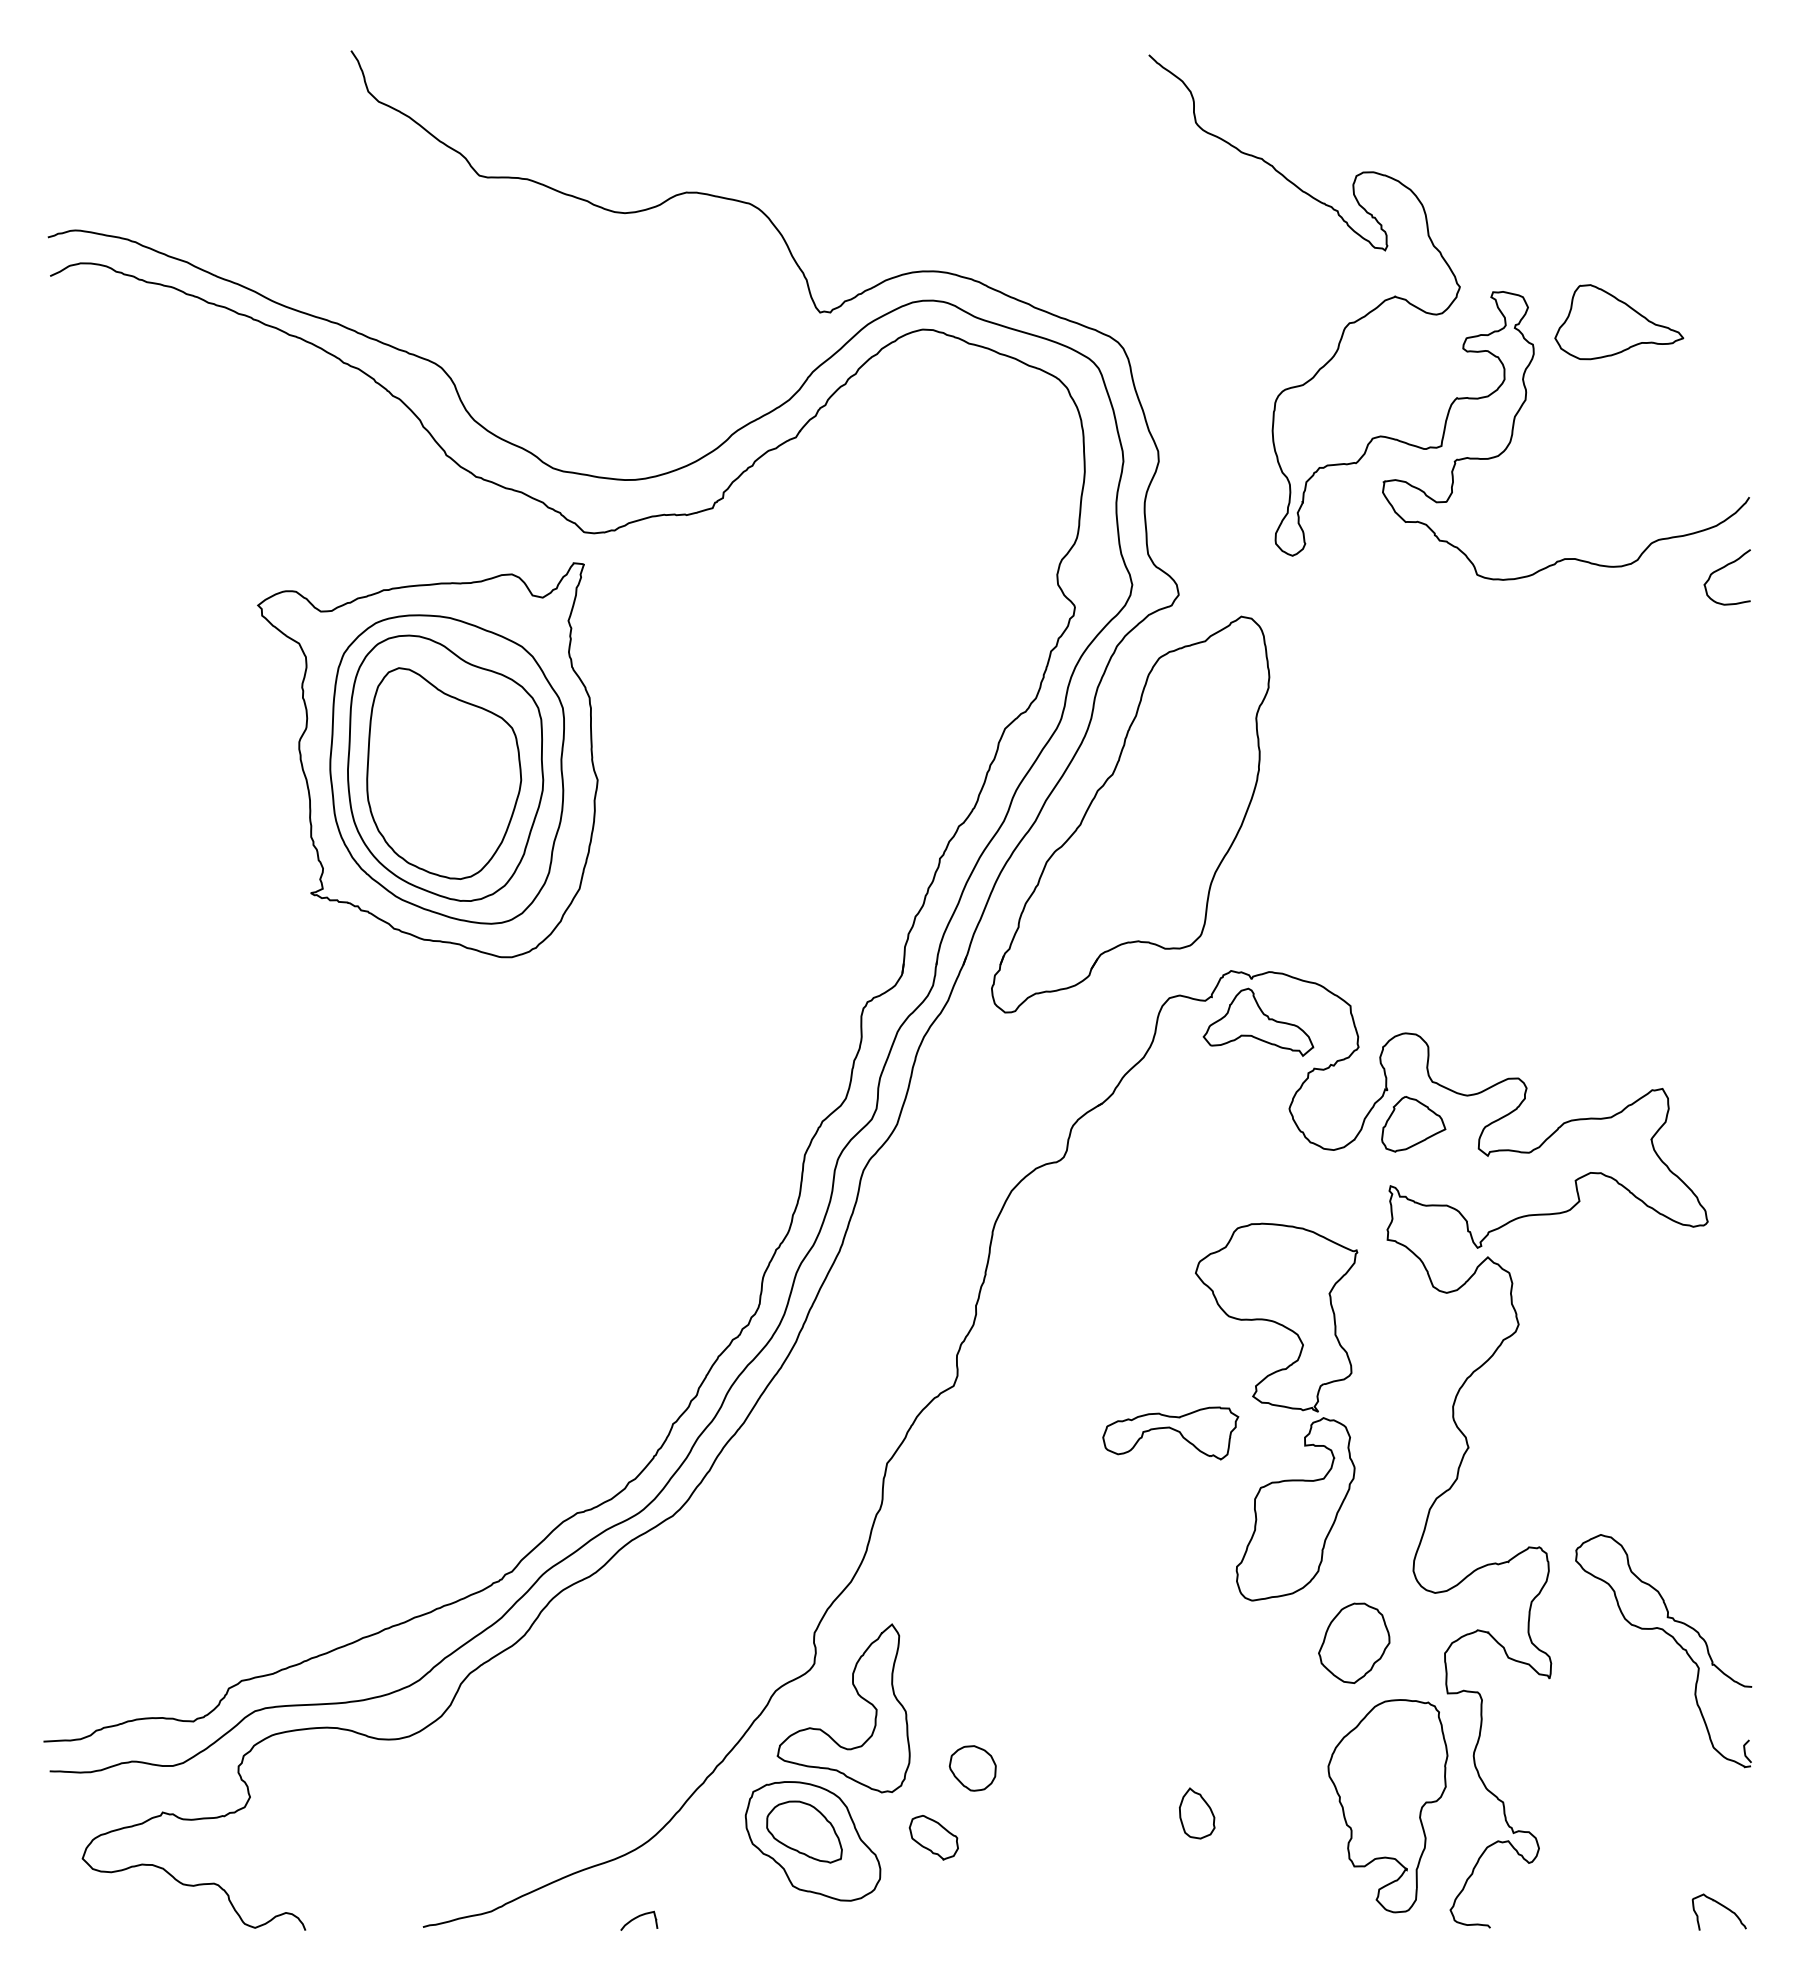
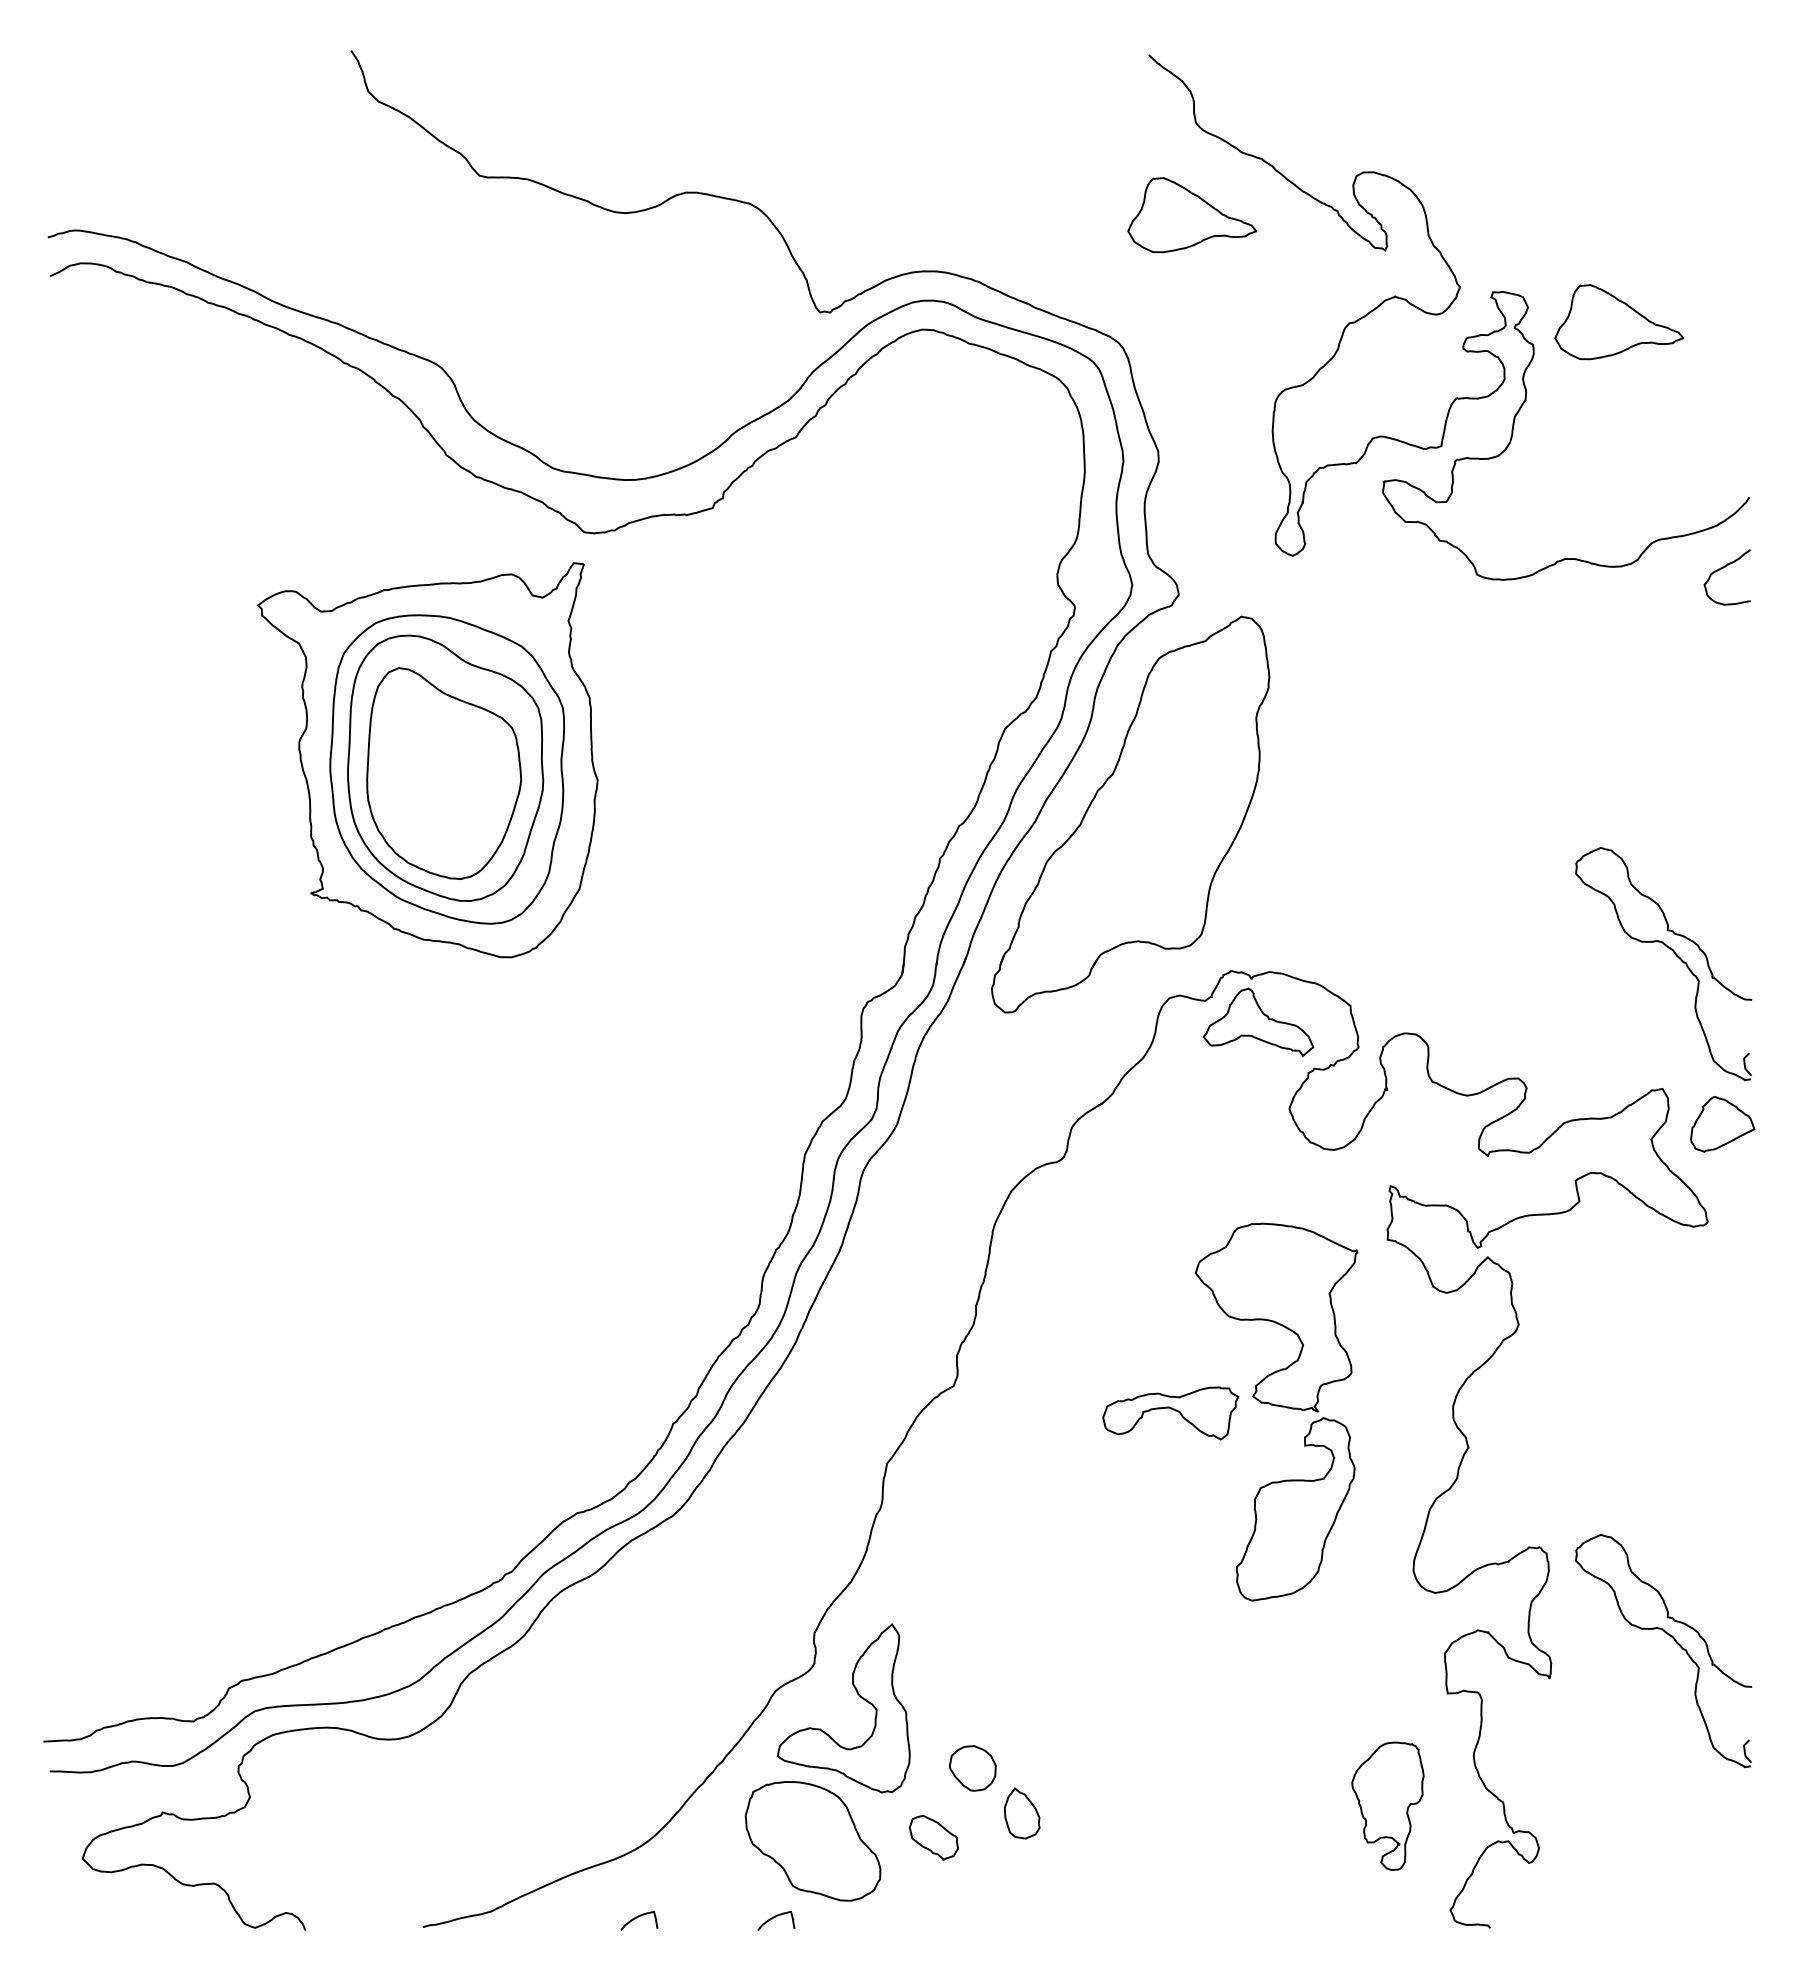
part at (1192, 215): none -> present
part at (1675, 955): none -> present
part at (1413, 1124) position: (1413, 1124) -> (1722, 1124)
part at (1170, 1433) position: (1170, 1433) -> (1170, 1413)
part at (1354, 1642): present -> none
part at (1387, 1806) size: 122x215 px -> 74x130 px
part at (1197, 1813) position: (1197, 1813) -> (1022, 1813)
part at (804, 1831): present -> none
curve at (1720, 1905): present -> none
curve at (774, 1918): none -> present
